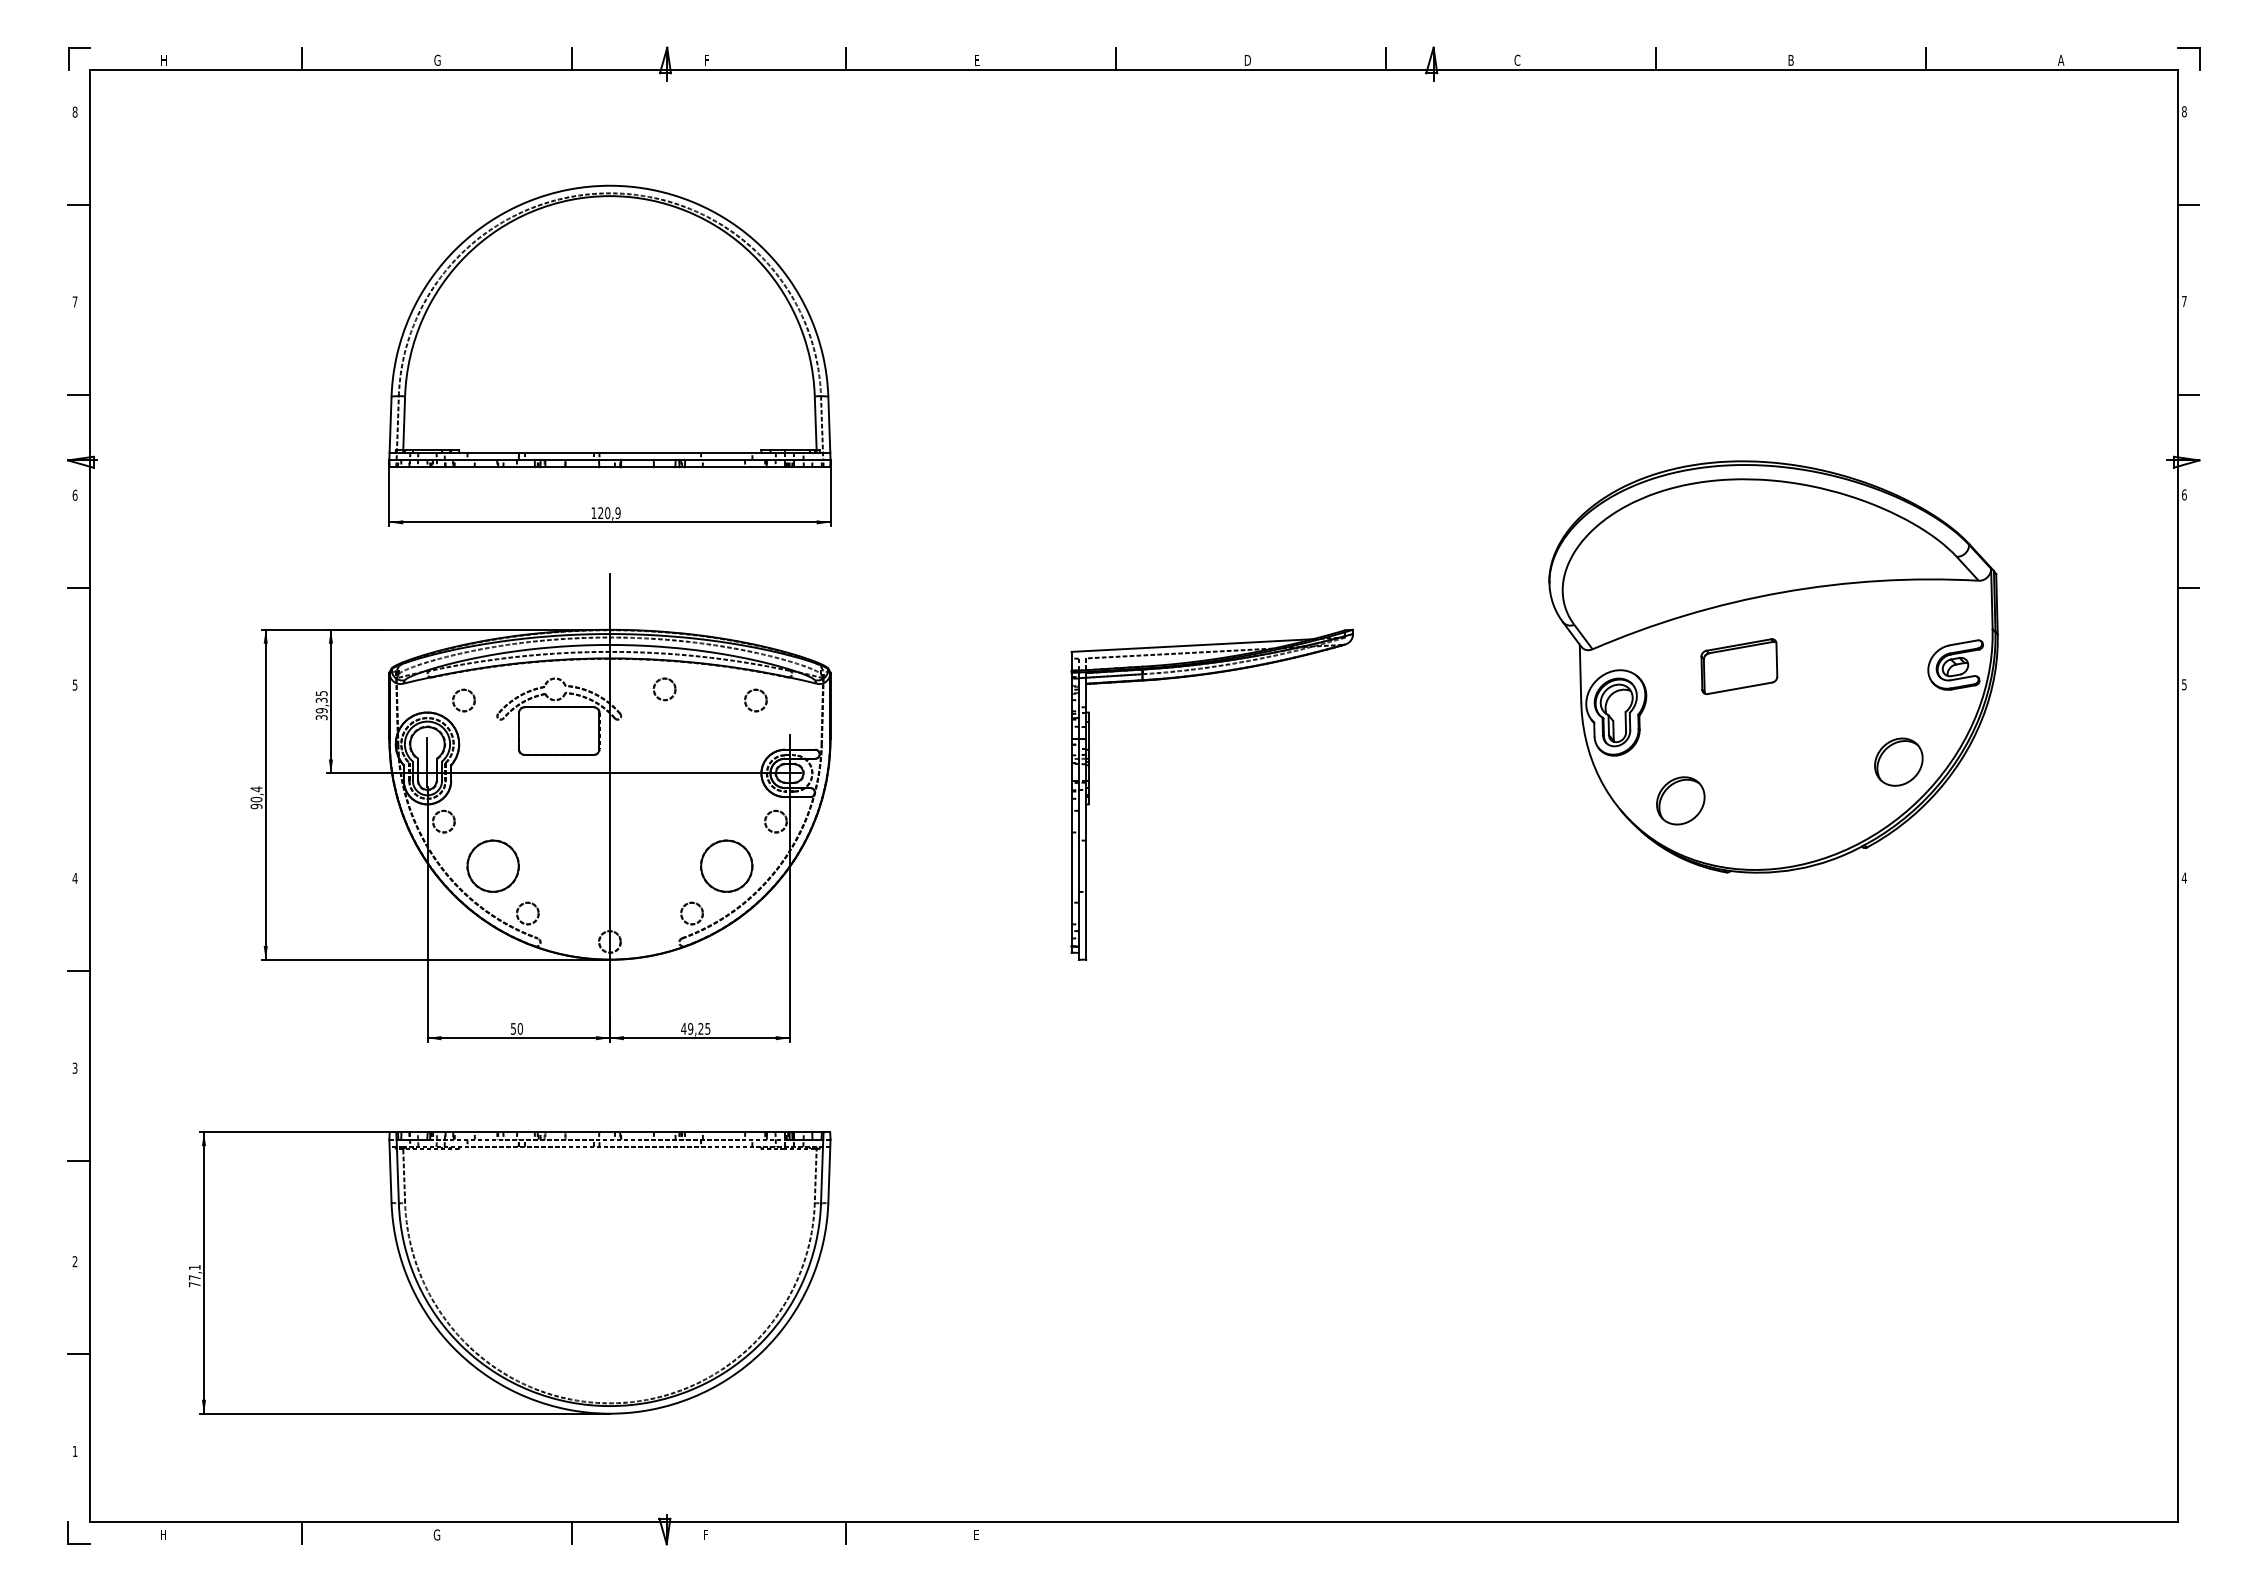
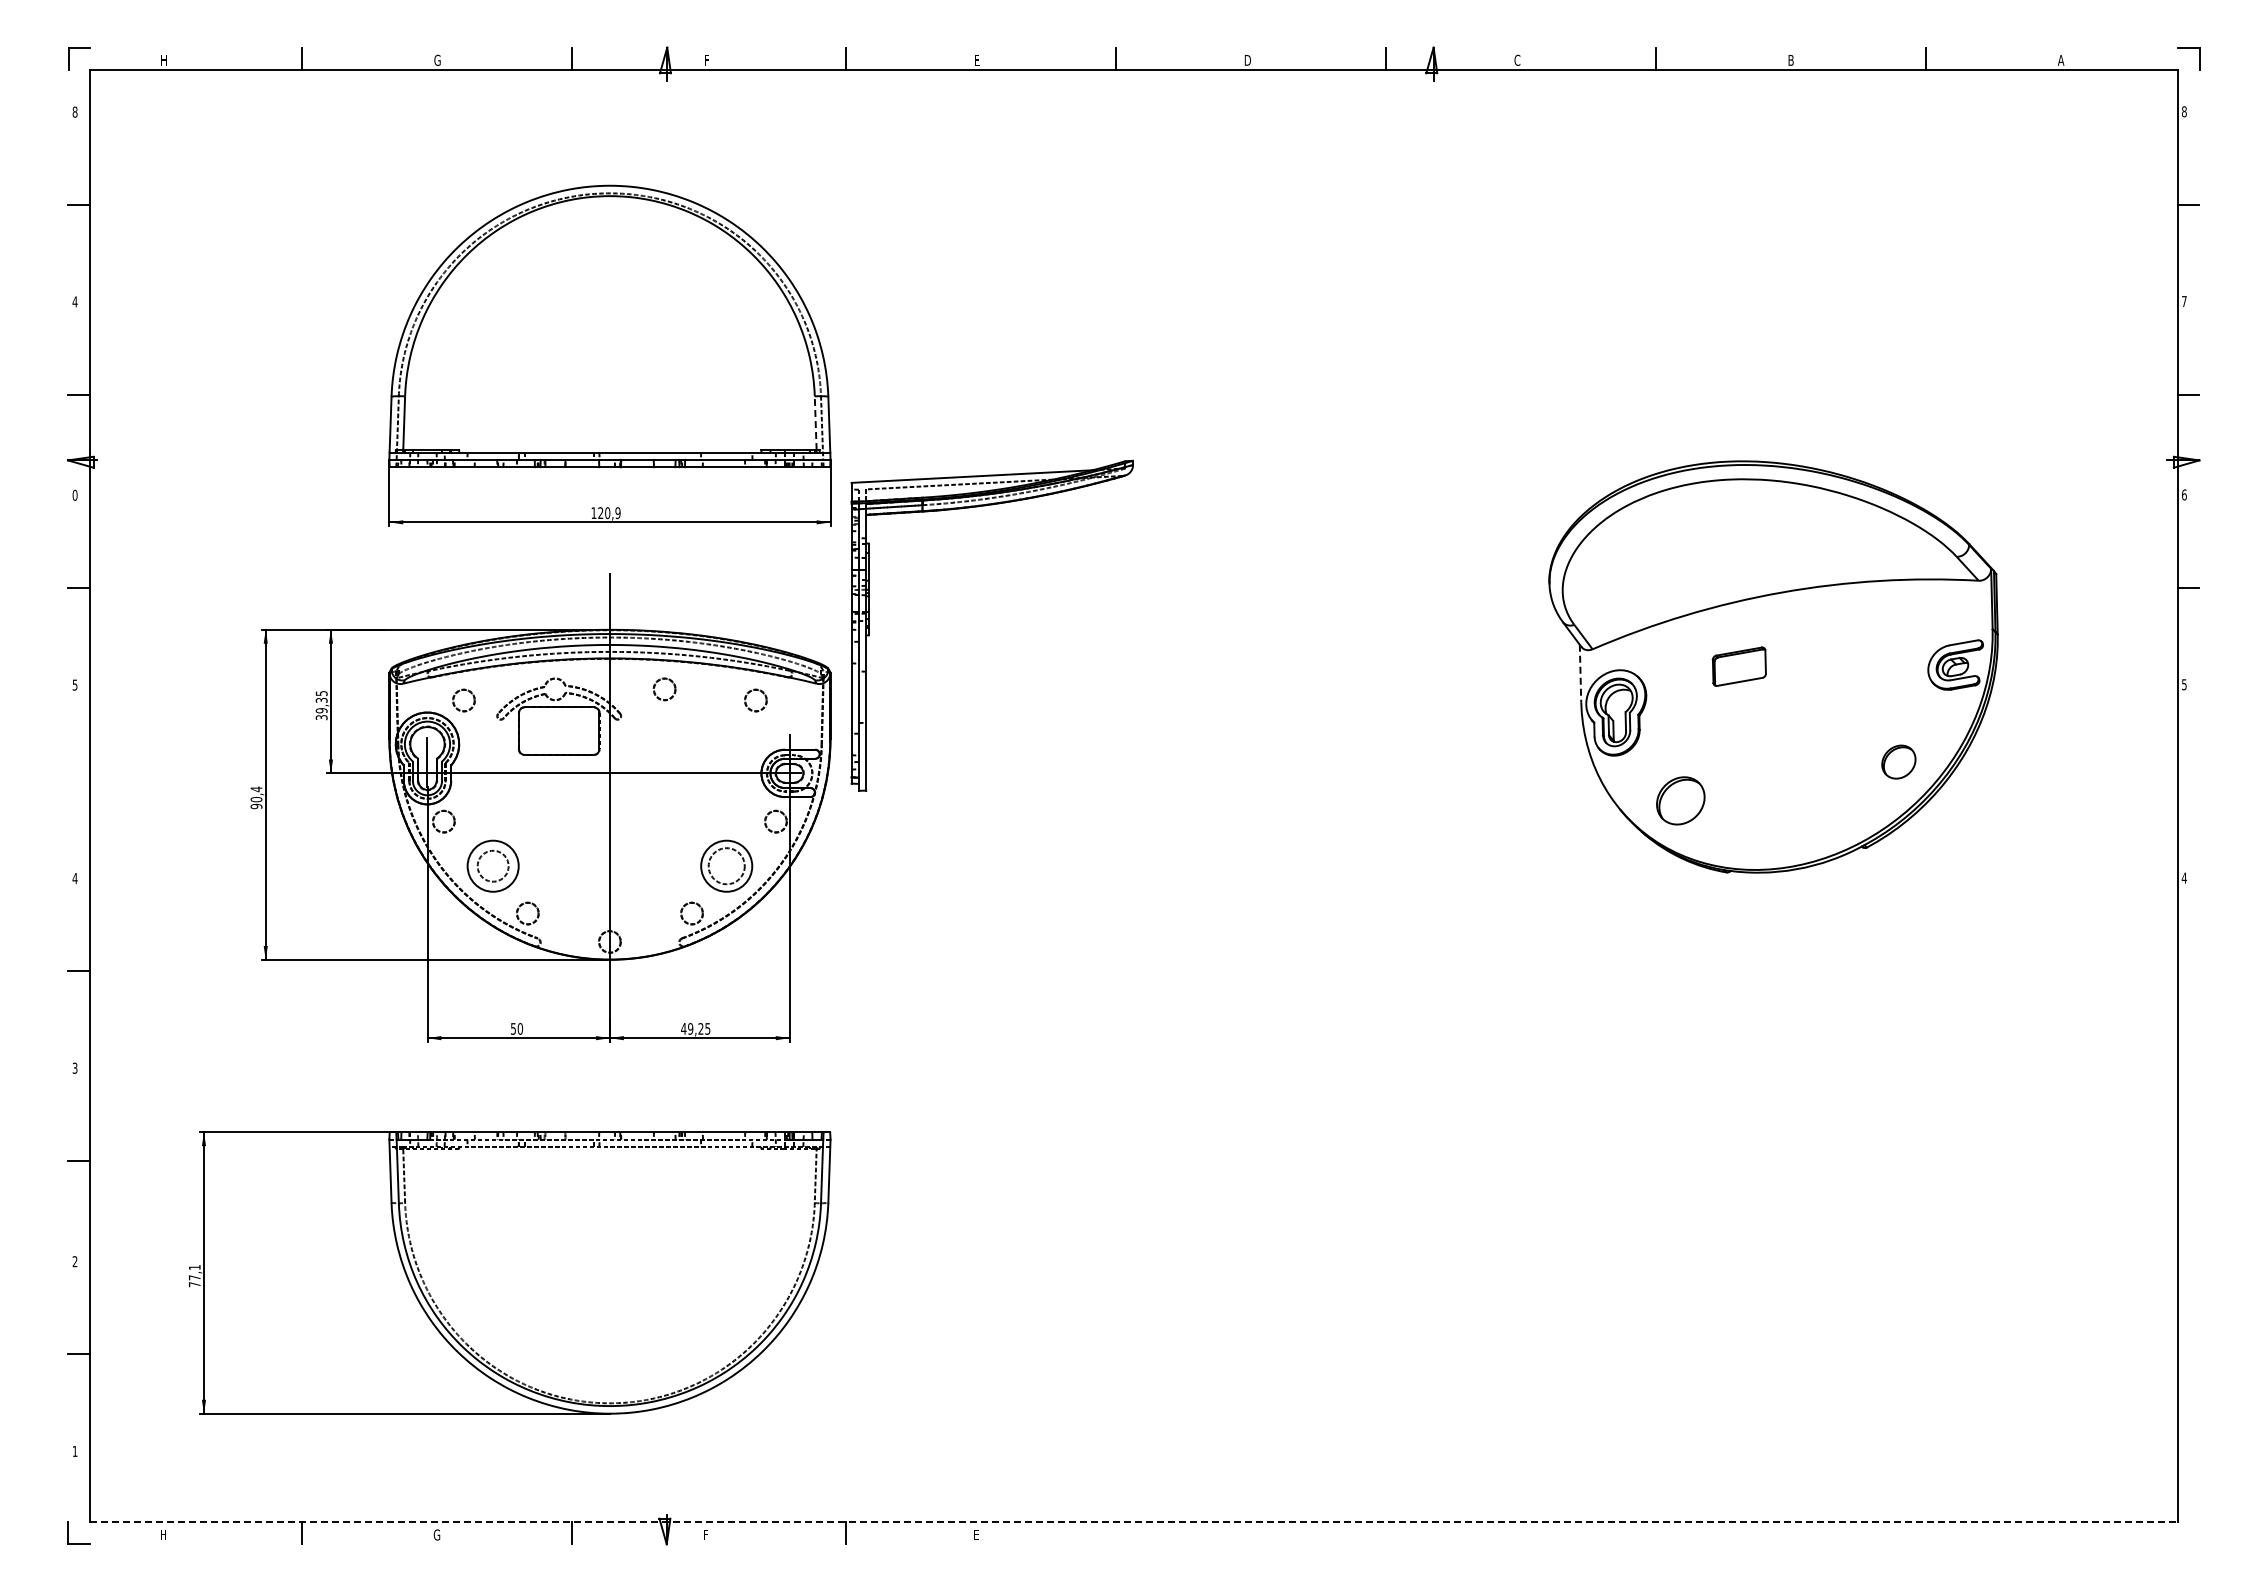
text at (74, 301): 7 -> 4
line at (815, 423): solid -> dashed
text at (74, 494): 6 -> 0
part at (1739, 666) size: 79x58 px -> 56x41 px
line at (1580, 673): solid -> dashed
part at (1198, 676) position: (1198, 676) -> (978, 507)
part at (1898, 761) size: 50x50 px -> 36x36 px
circle at (492, 866) diameter: 52 px -> 31 px
circle at (726, 866) diameter: 52 px -> 36 px
line at (1133, 1522): solid -> dashed
